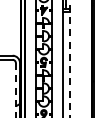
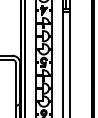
line at (70, 59): dashed -> solid
line at (15, 90): dashed -> solid
